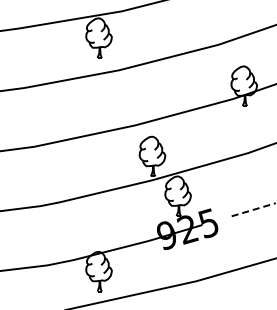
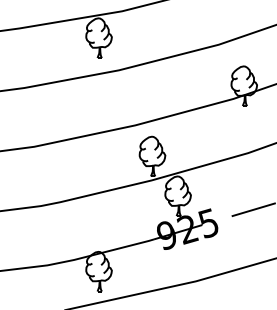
line at (254, 209): dashed -> solid
